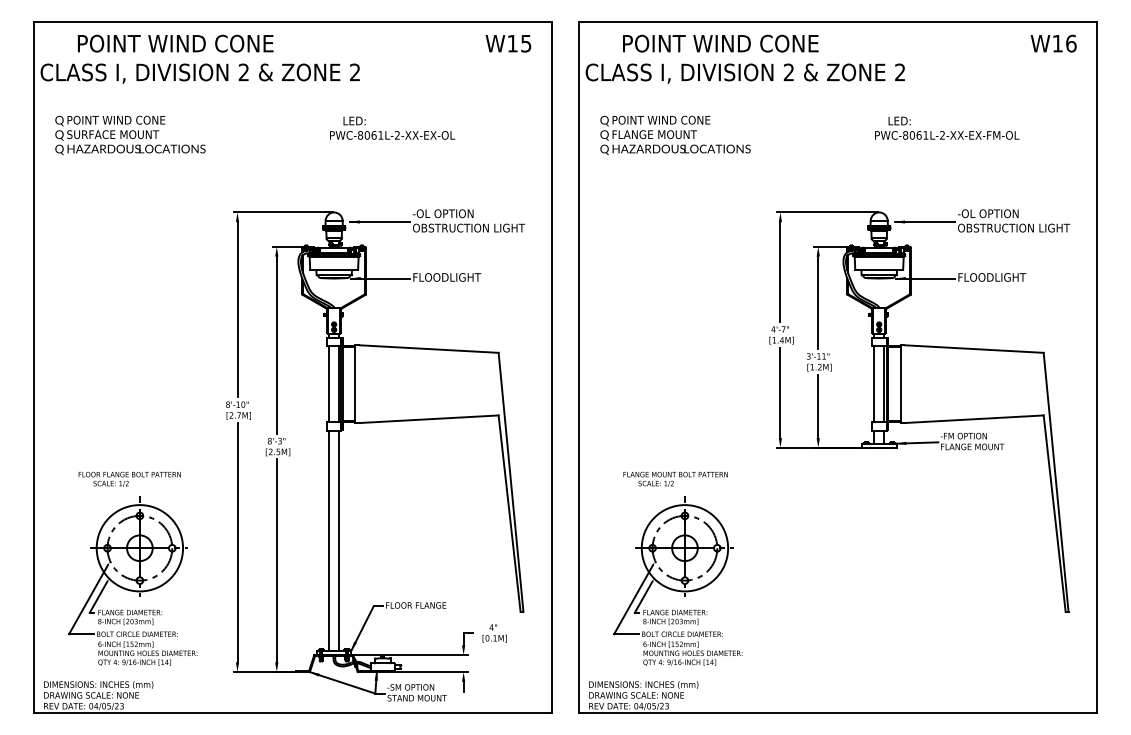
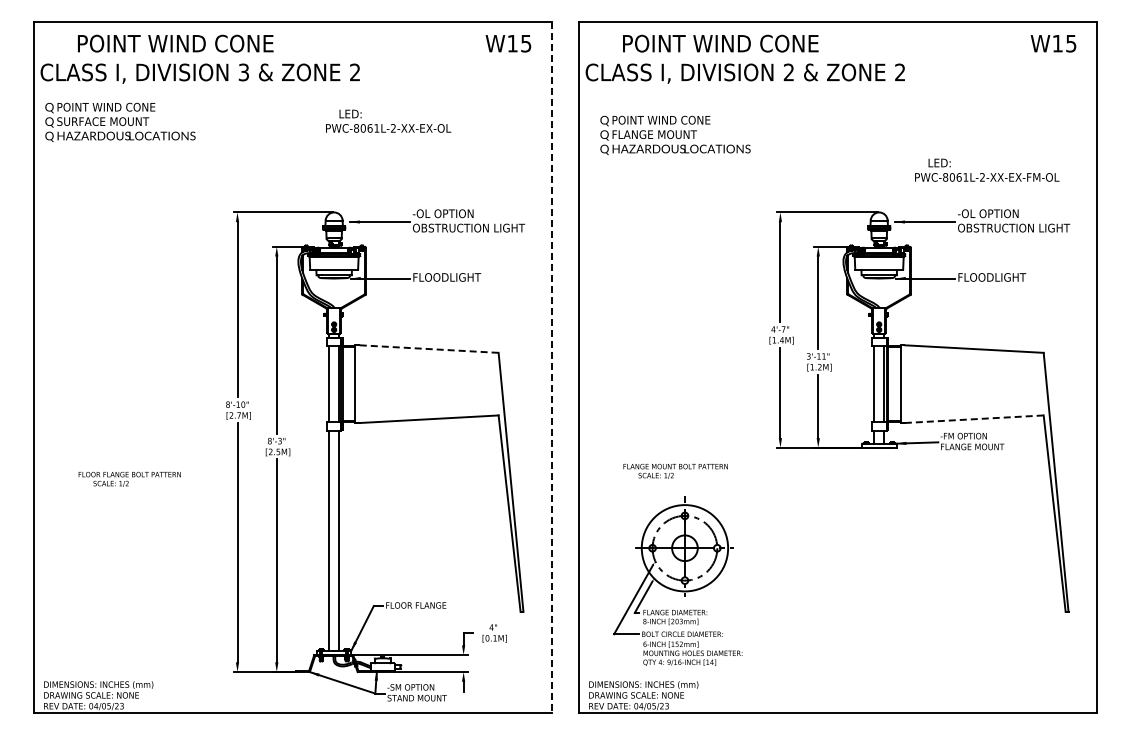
text at (1071, 43): W16 -> W15
text at (243, 72): 2 -> 3
text at (392, 127) position: (392, 127) -> (388, 120)
text at (947, 127) position: (947, 127) -> (987, 169)
text at (130, 135) position: (130, 135) -> (120, 122)
line at (429, 349): solid -> dashed
line at (552, 367): solid -> dashed
line at (974, 419): solid -> dashed
text at (675, 478) position: (675, 478) -> (675, 470)
part at (132, 580): present -> none
